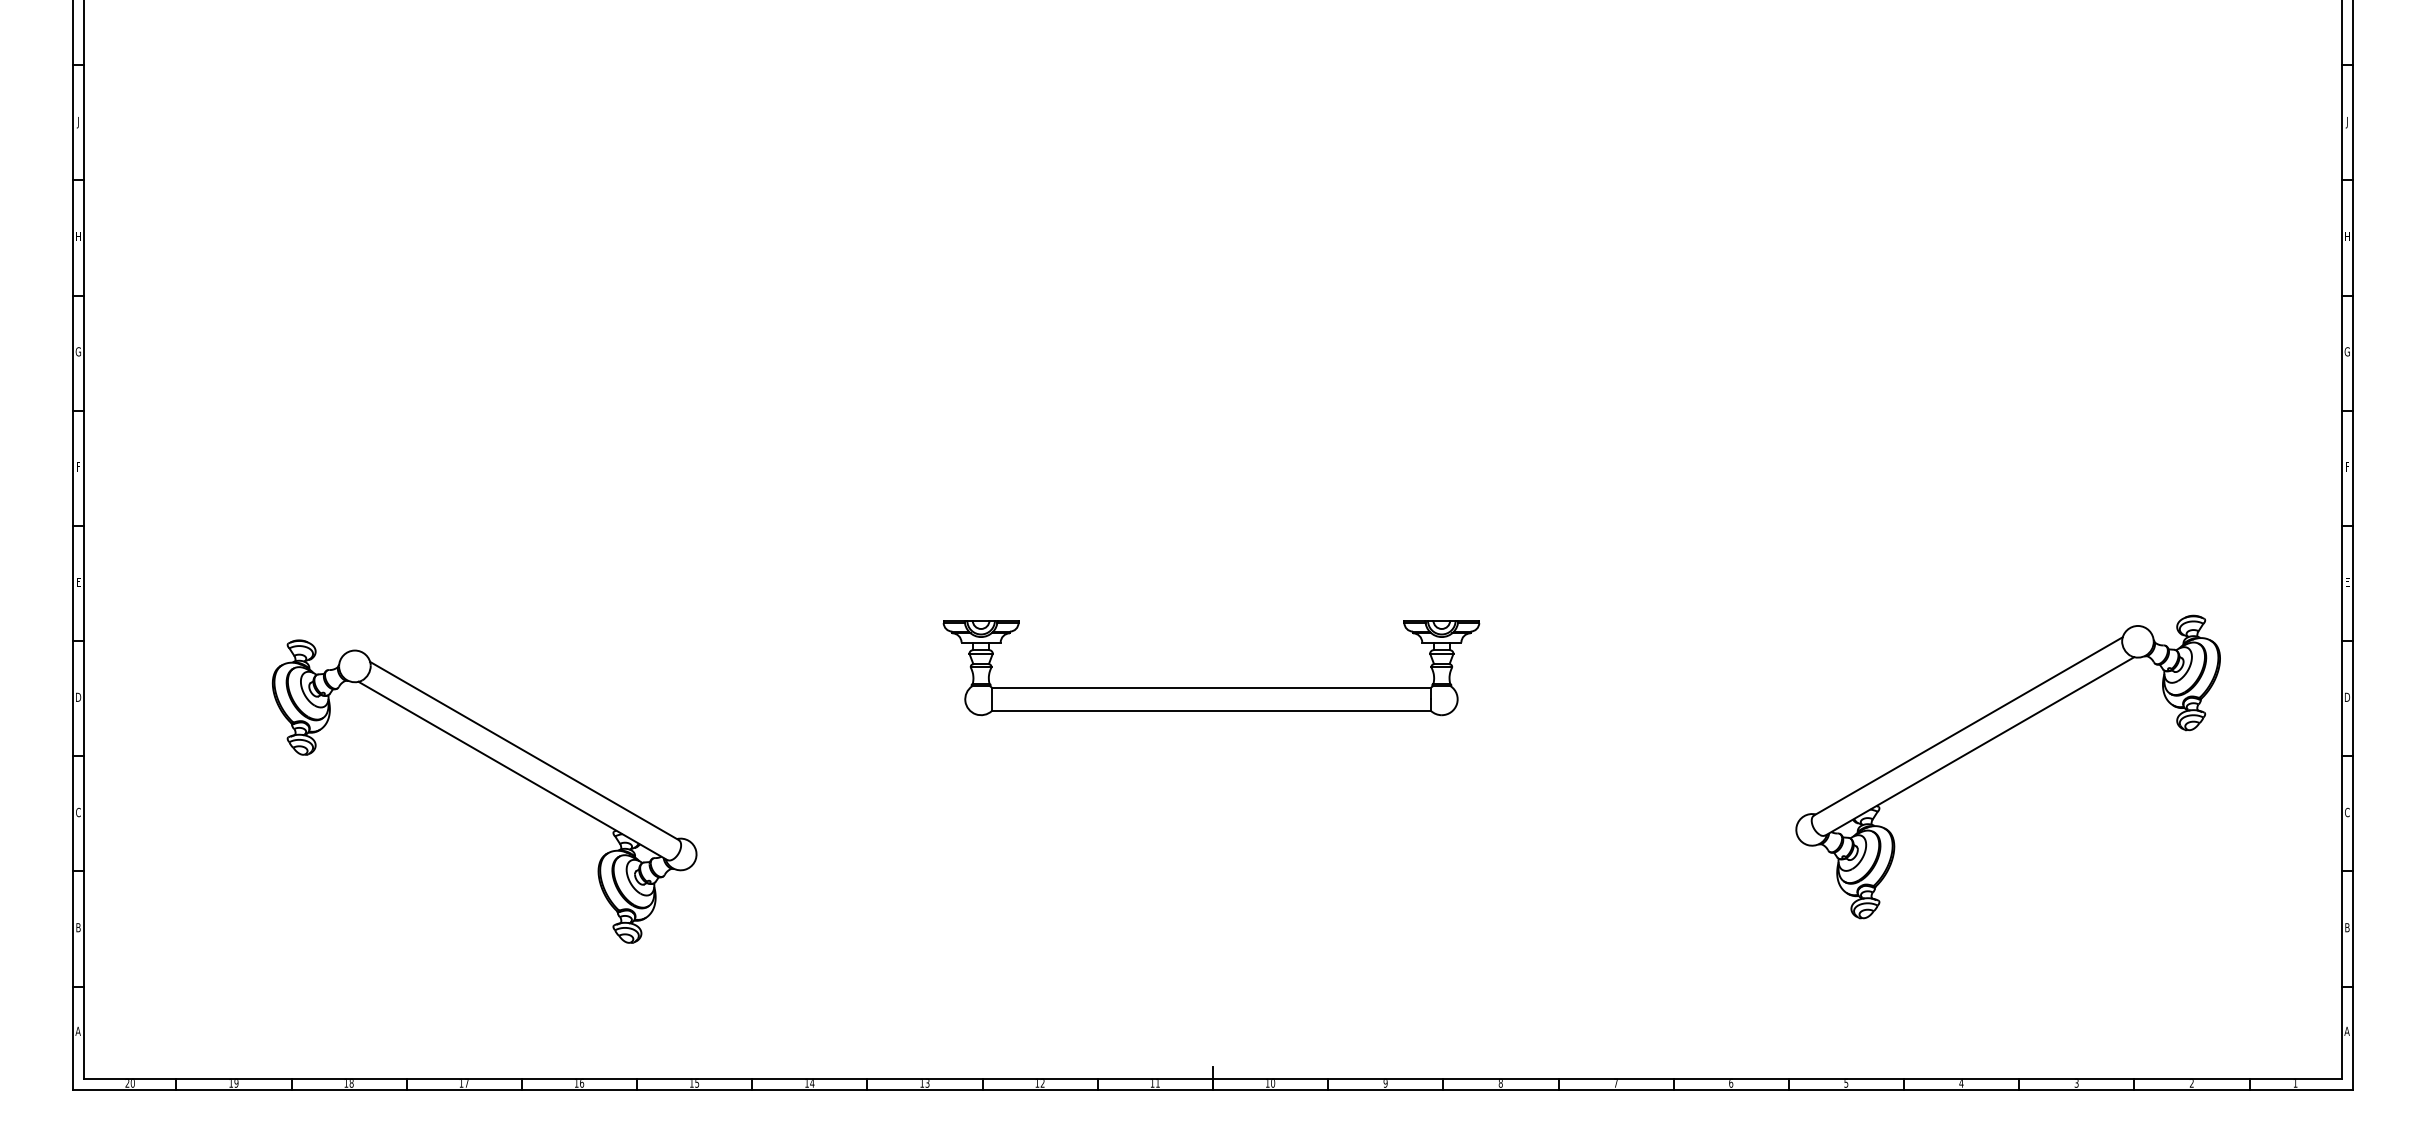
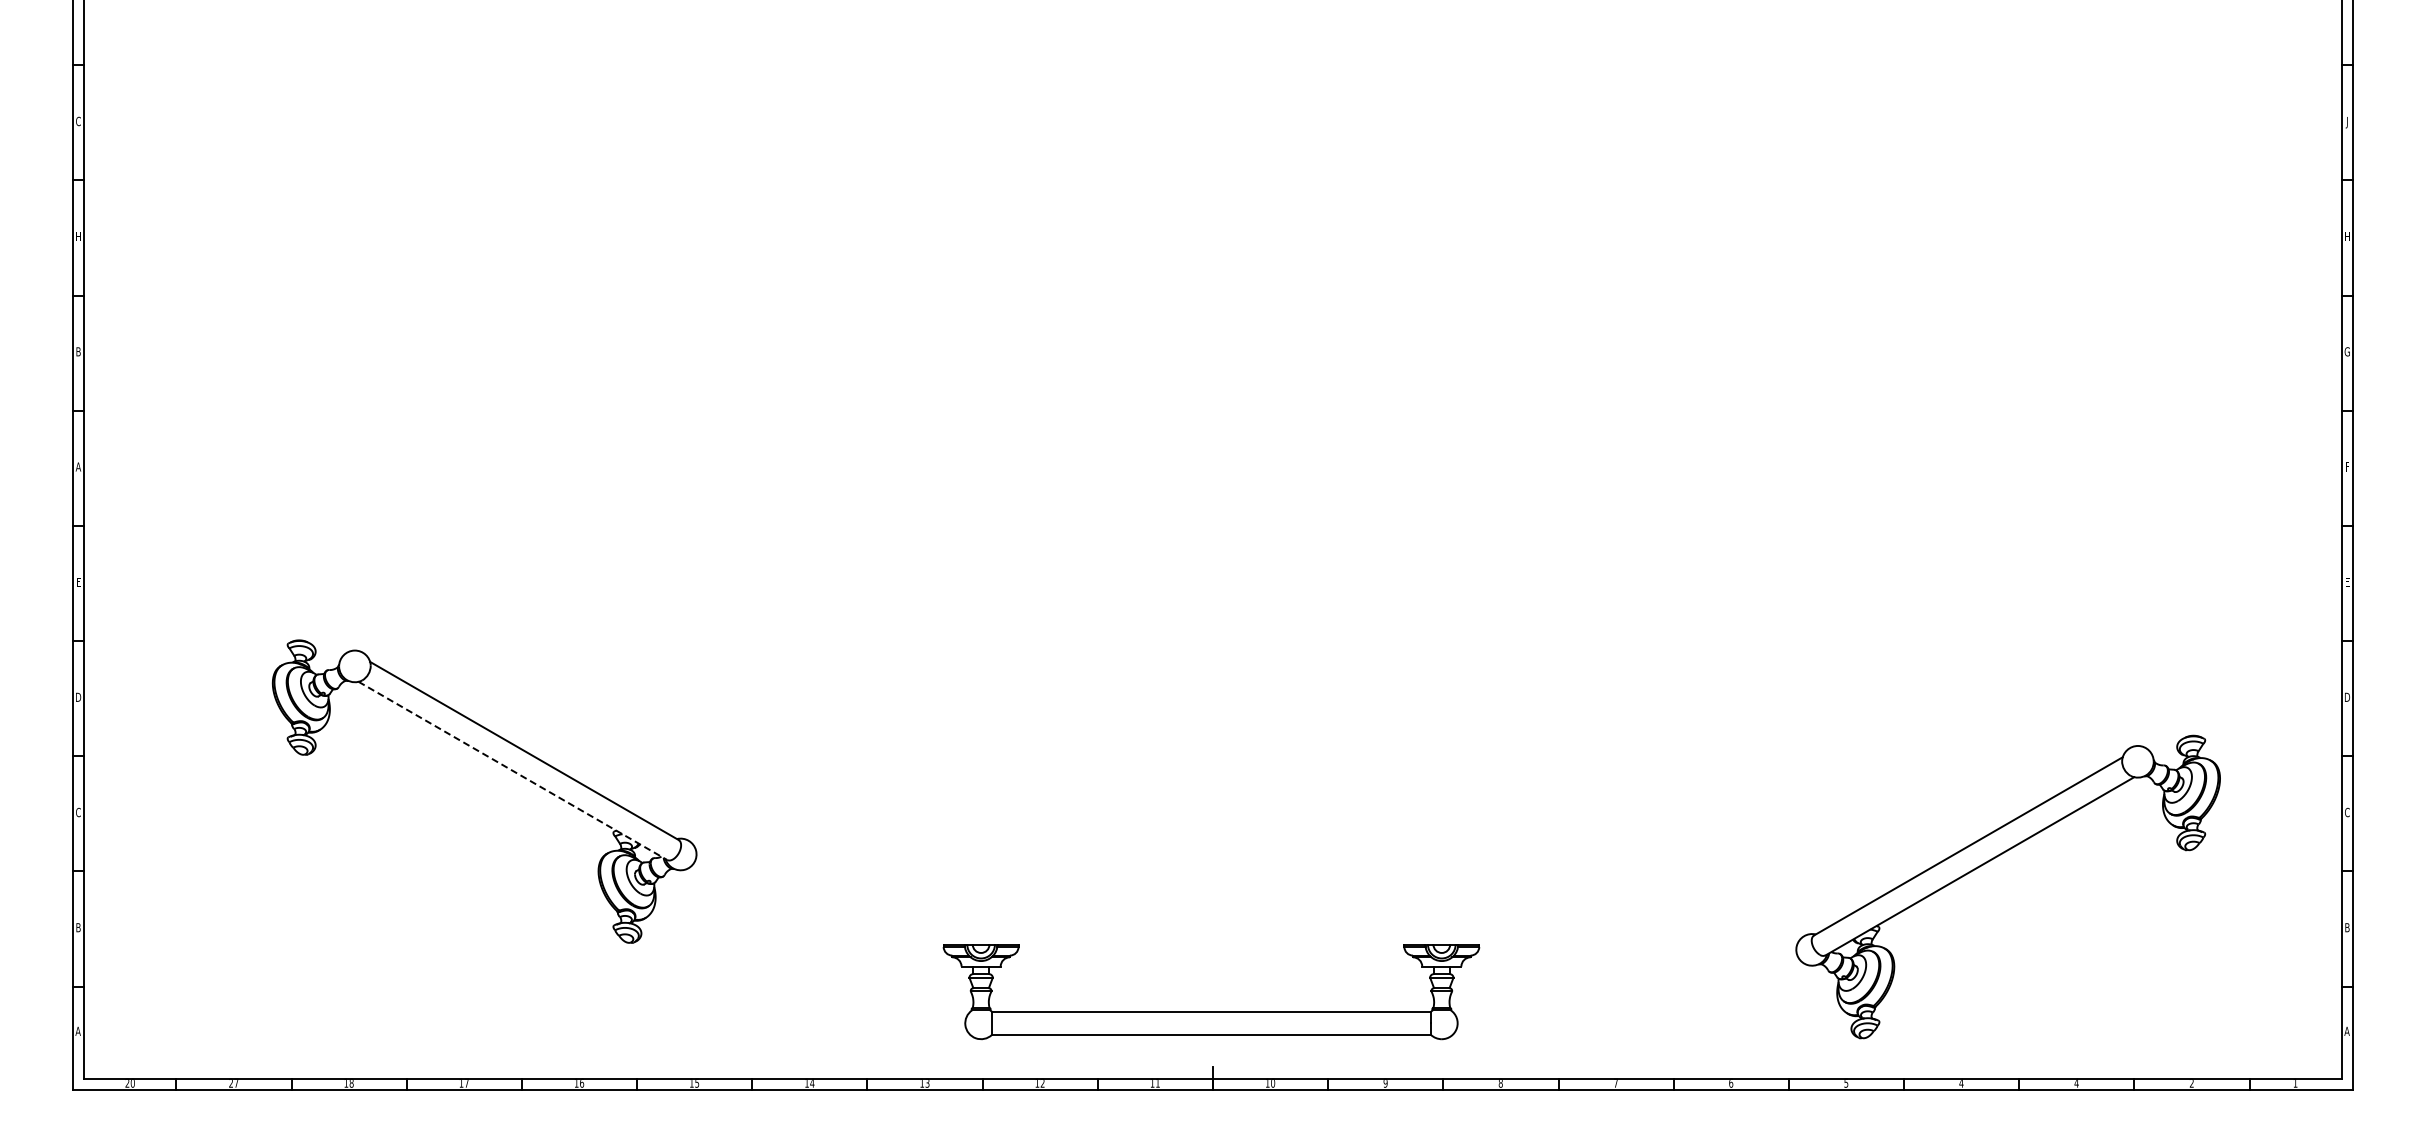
text at (78, 122): J -> C
text at (78, 351): G -> B
text at (78, 466): F -> A
part at (1211, 687) position: (1211, 687) -> (1211, 1011)
part at (1992, 740) position: (1992, 740) -> (1992, 860)
line at (513, 771): solid -> dashed
text at (233, 1083): 19 -> 27
text at (2076, 1083): 3 -> 4
